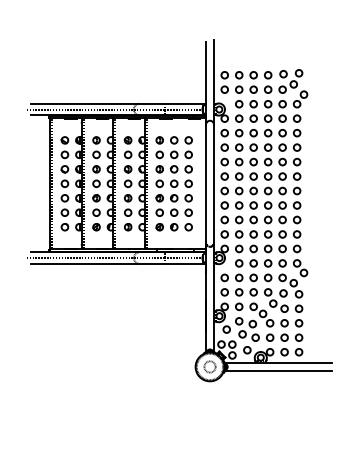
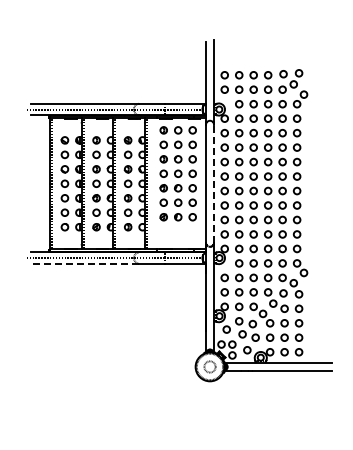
part at (173, 183) position: (173, 183) -> (177, 173)
line at (214, 183): solid -> dashed
line at (84, 263): solid -> dashed
